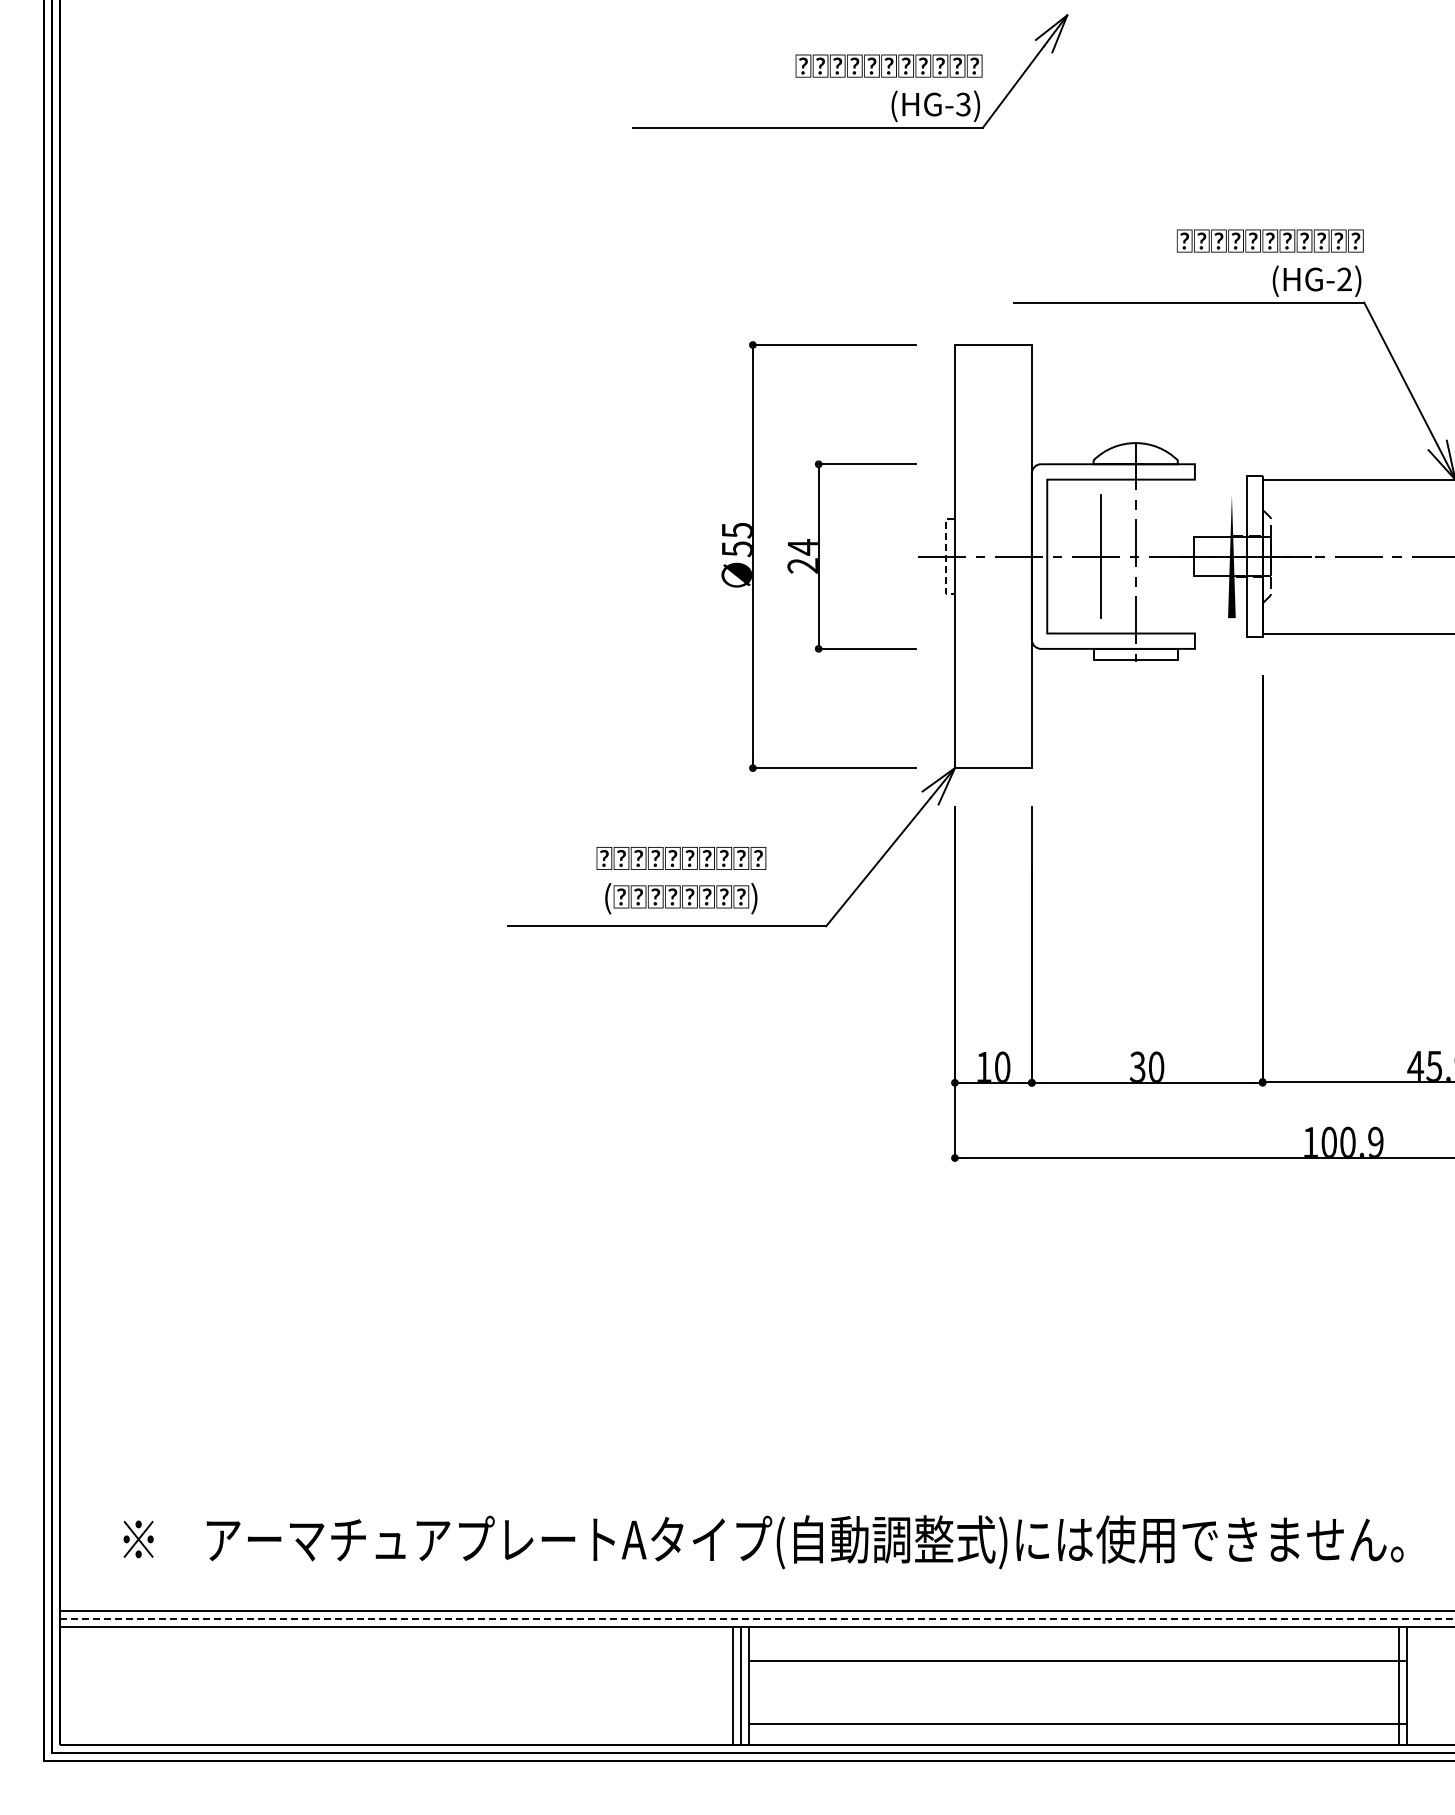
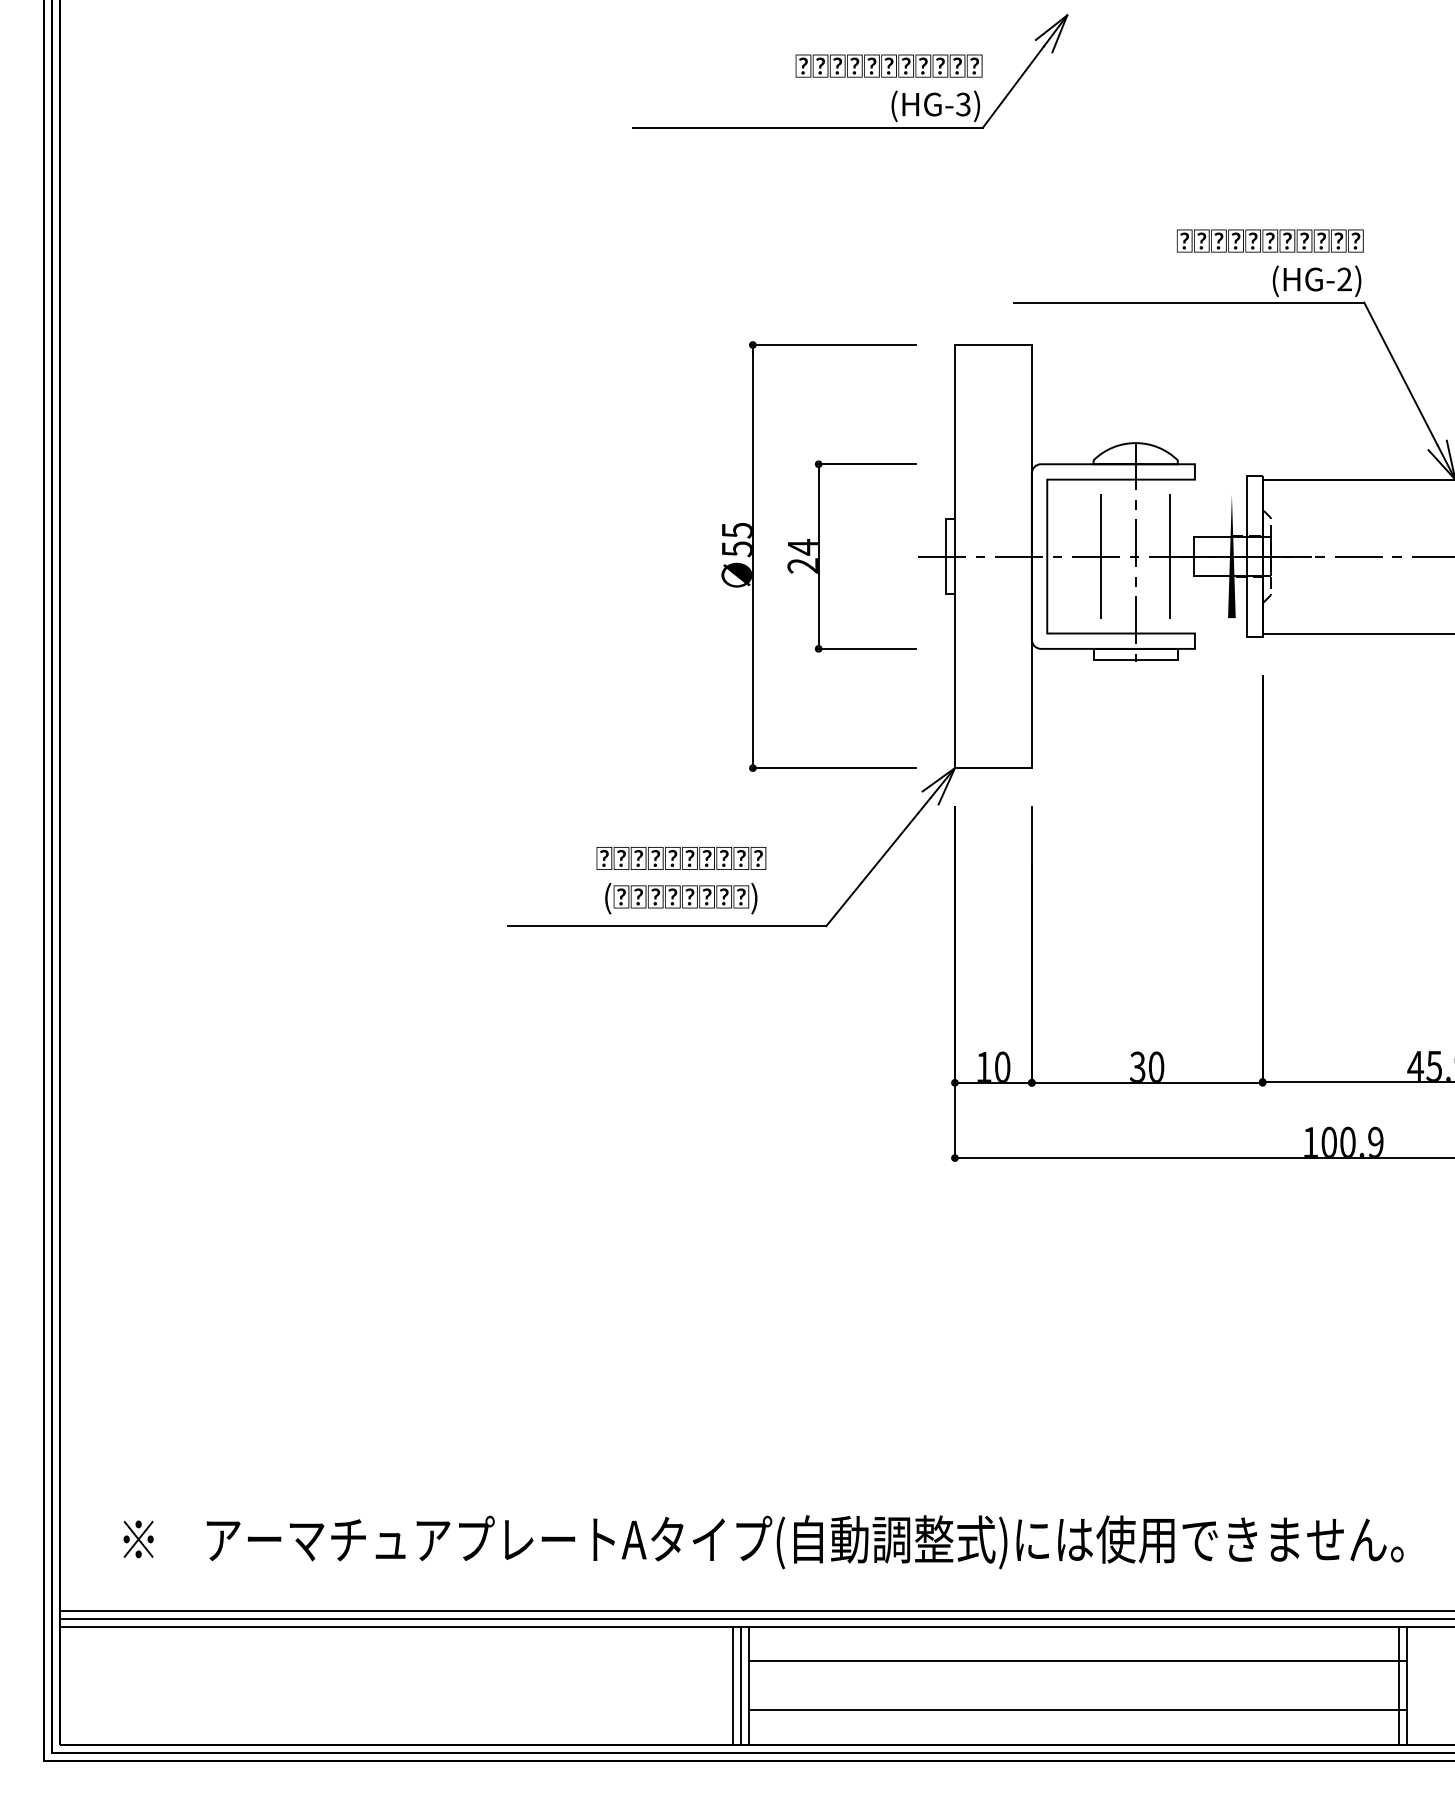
line at (946, 556): dashed -> solid
line at (1170, 556): none -> present
line at (757, 1618): dashed -> solid
line at (1078, 1723) position: (1078, 1723) -> (1078, 1709)
